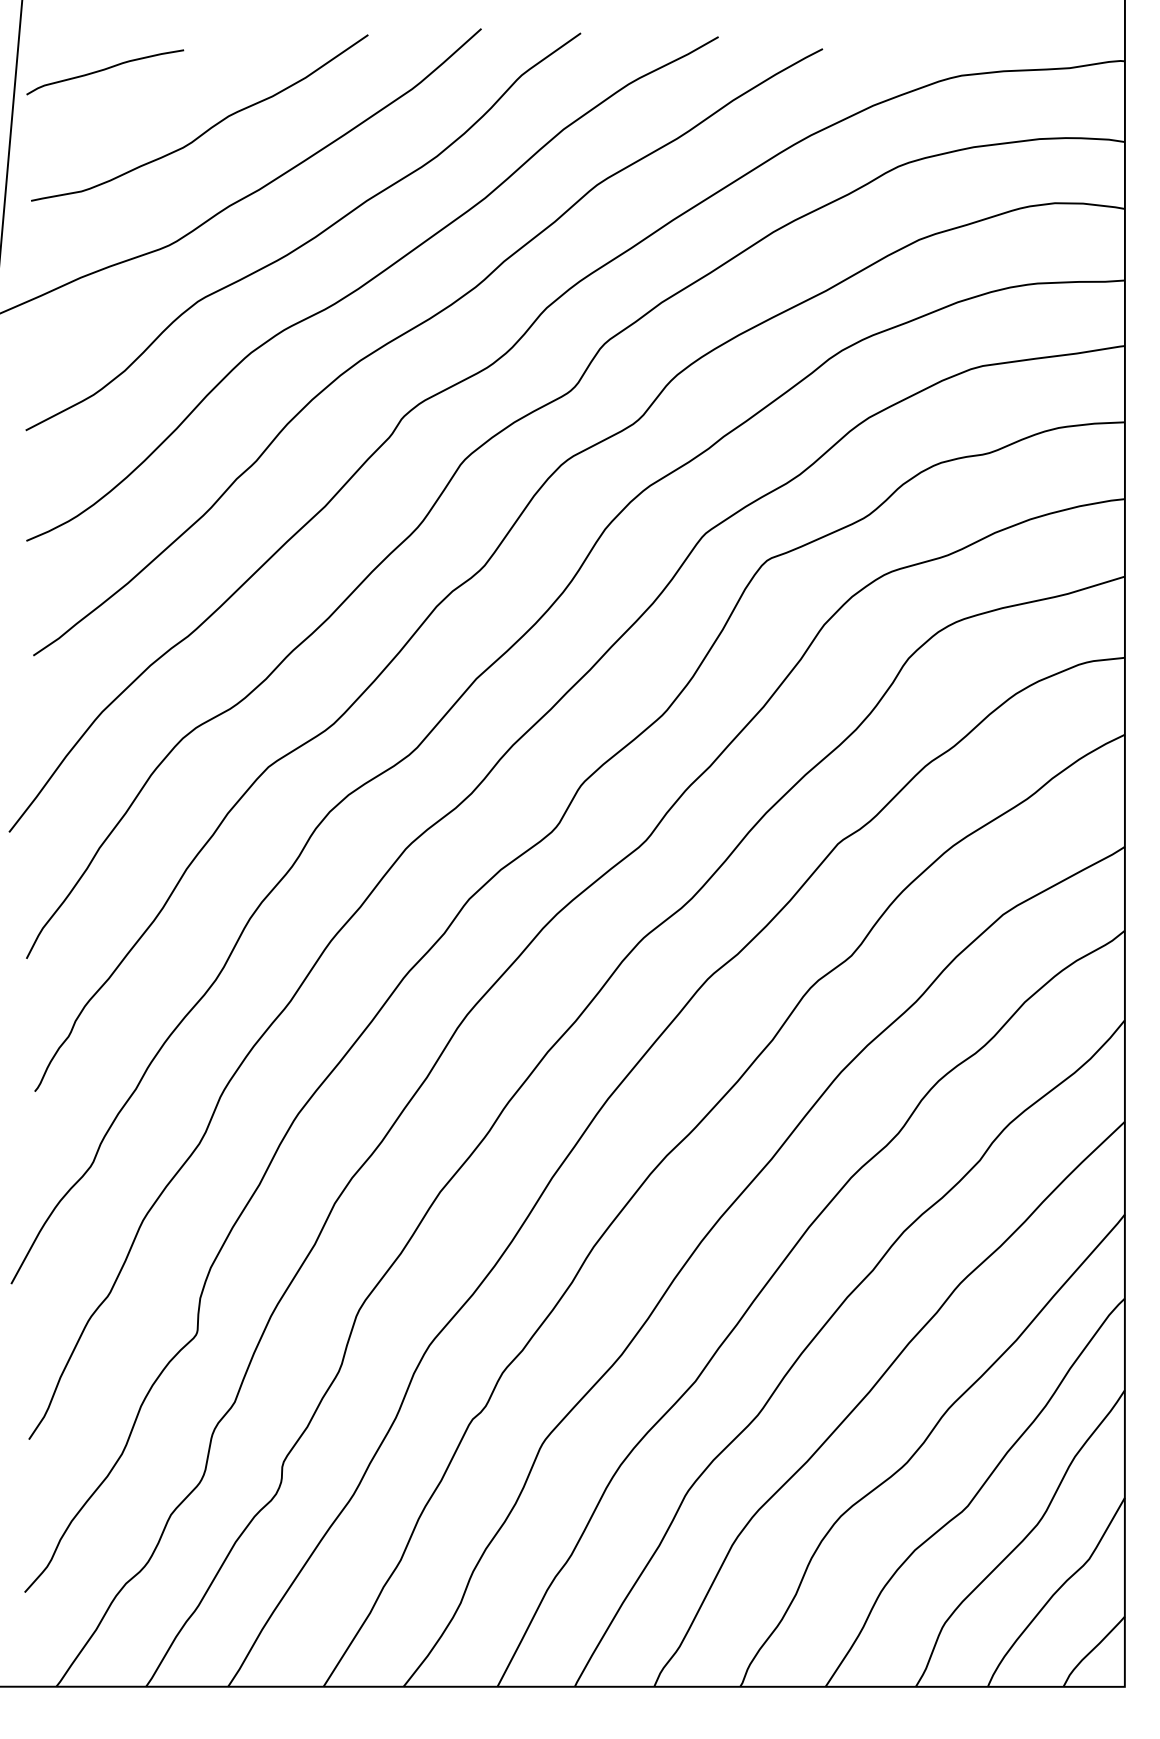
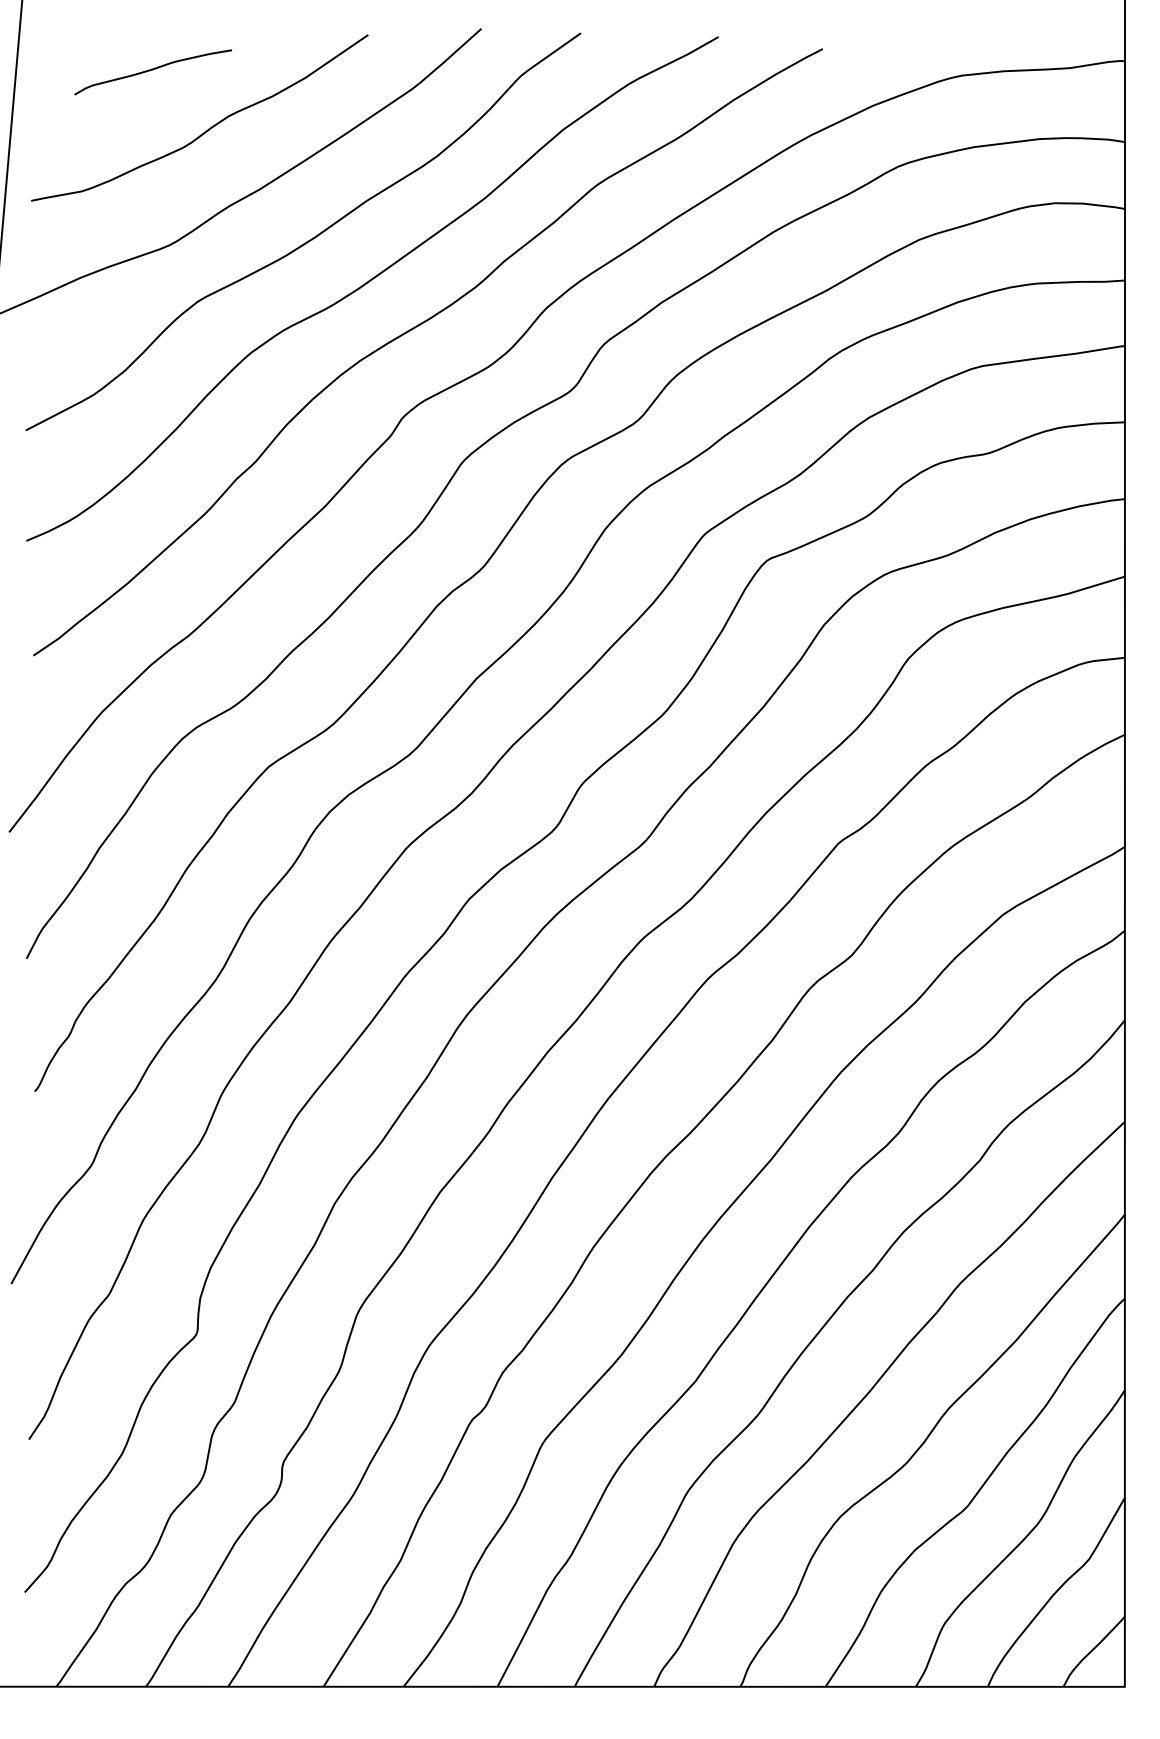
curve at (105, 70) position: (105, 70) -> (153, 70)
